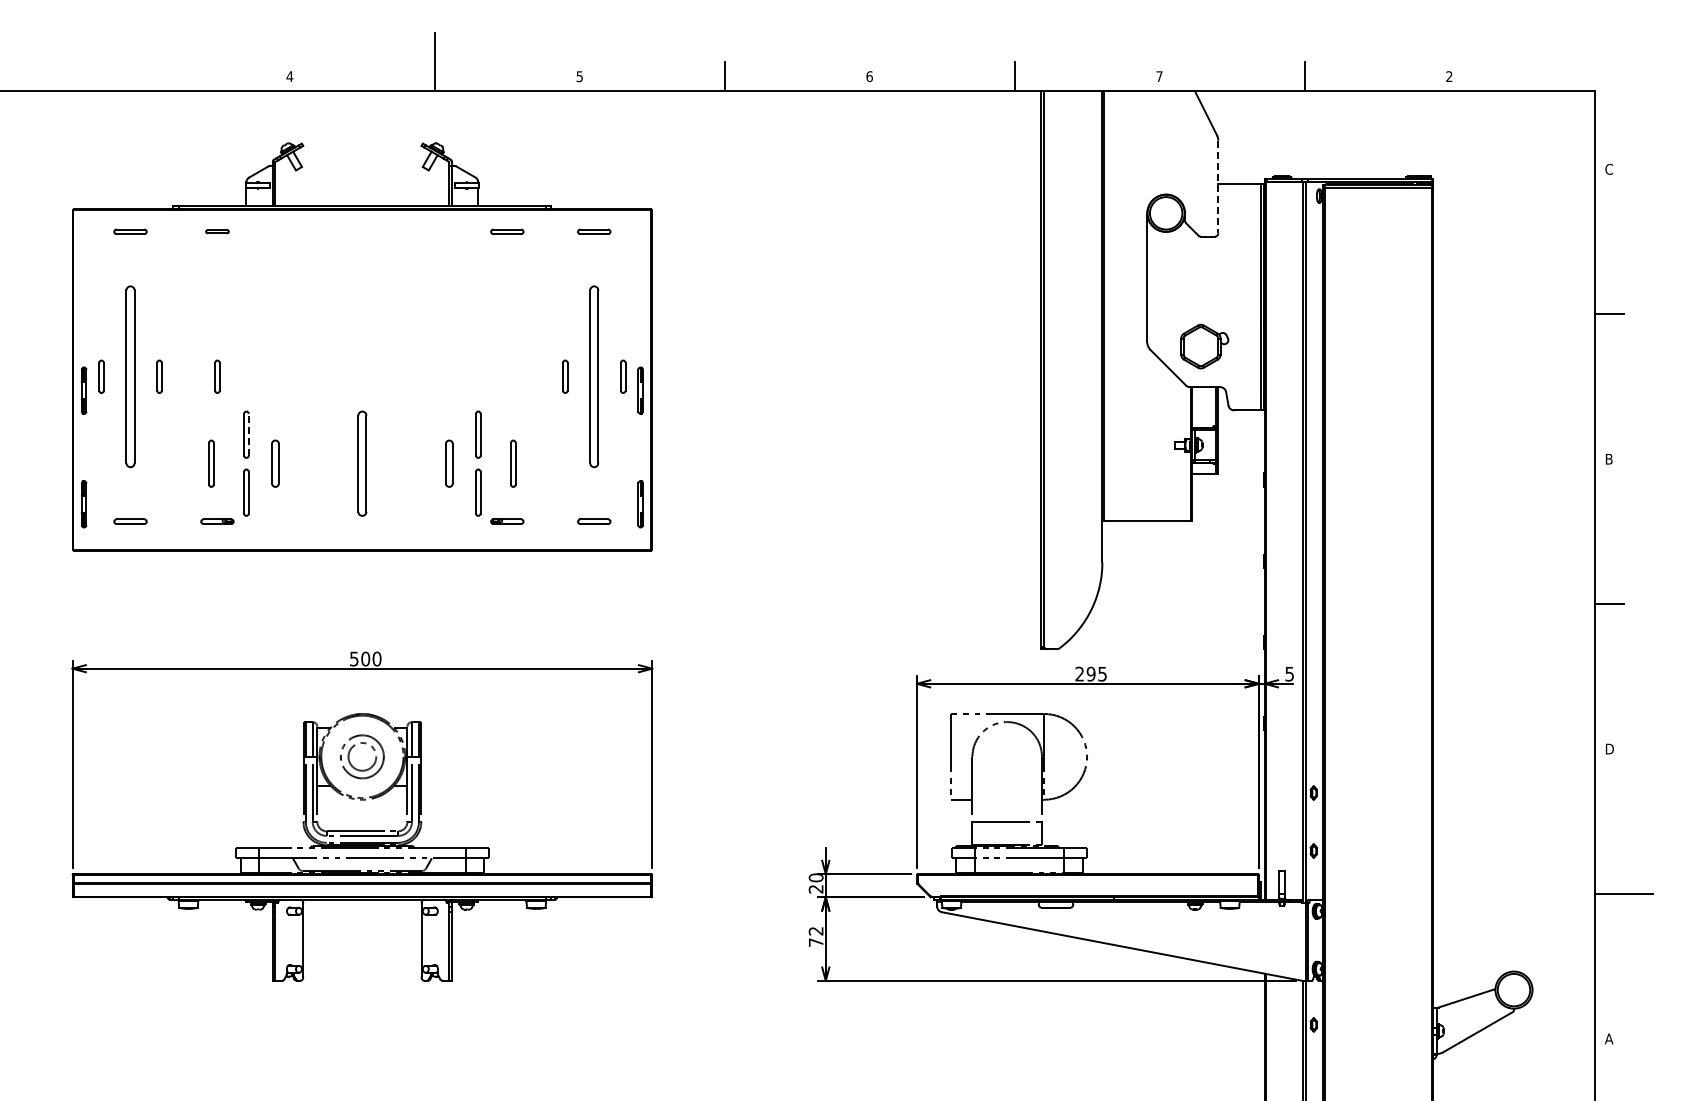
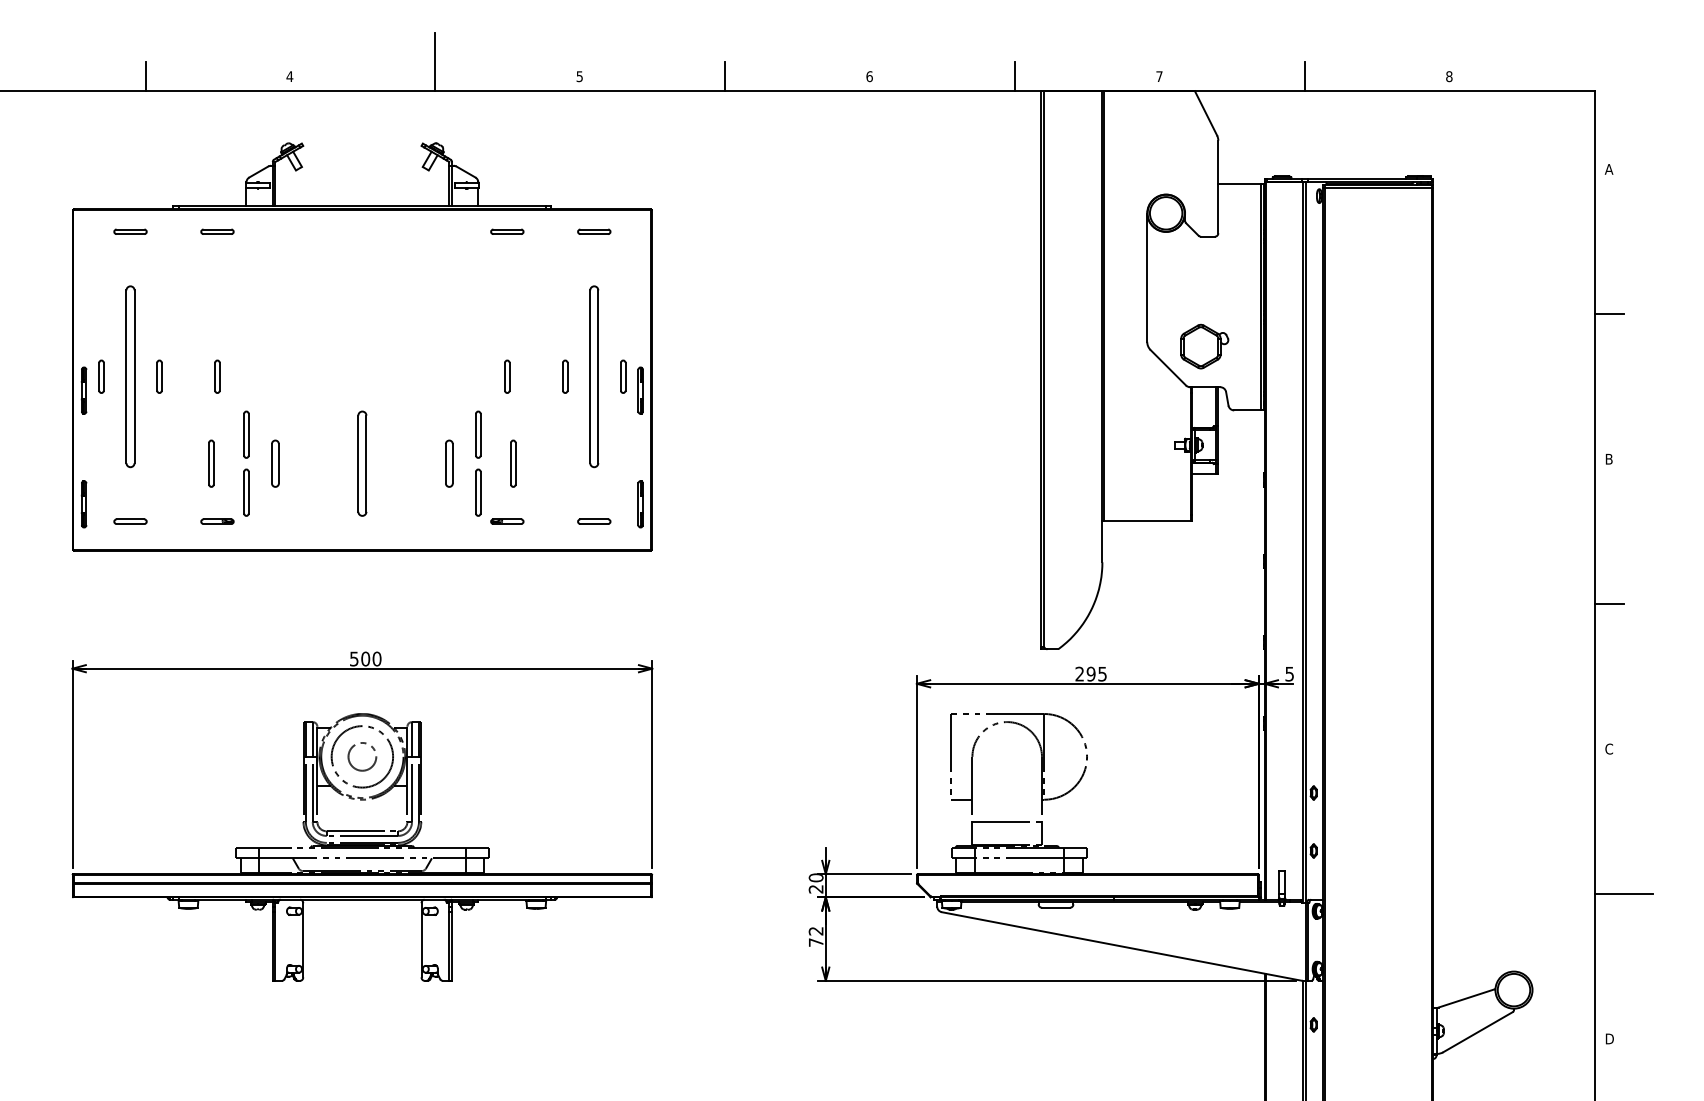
line at (145, 76): none -> present
text at (1449, 76): 2 -> 8
text at (1608, 168): C -> A
line at (1218, 187): dashed -> solid
part at (217, 231) size: 25x6 px -> 35x7 px
part at (507, 376): none -> present
line at (248, 434): dashed -> solid
text at (1609, 748): D -> C
circle at (361, 756) diameter: 43 px -> 61 px
text at (1609, 1038): A -> D
